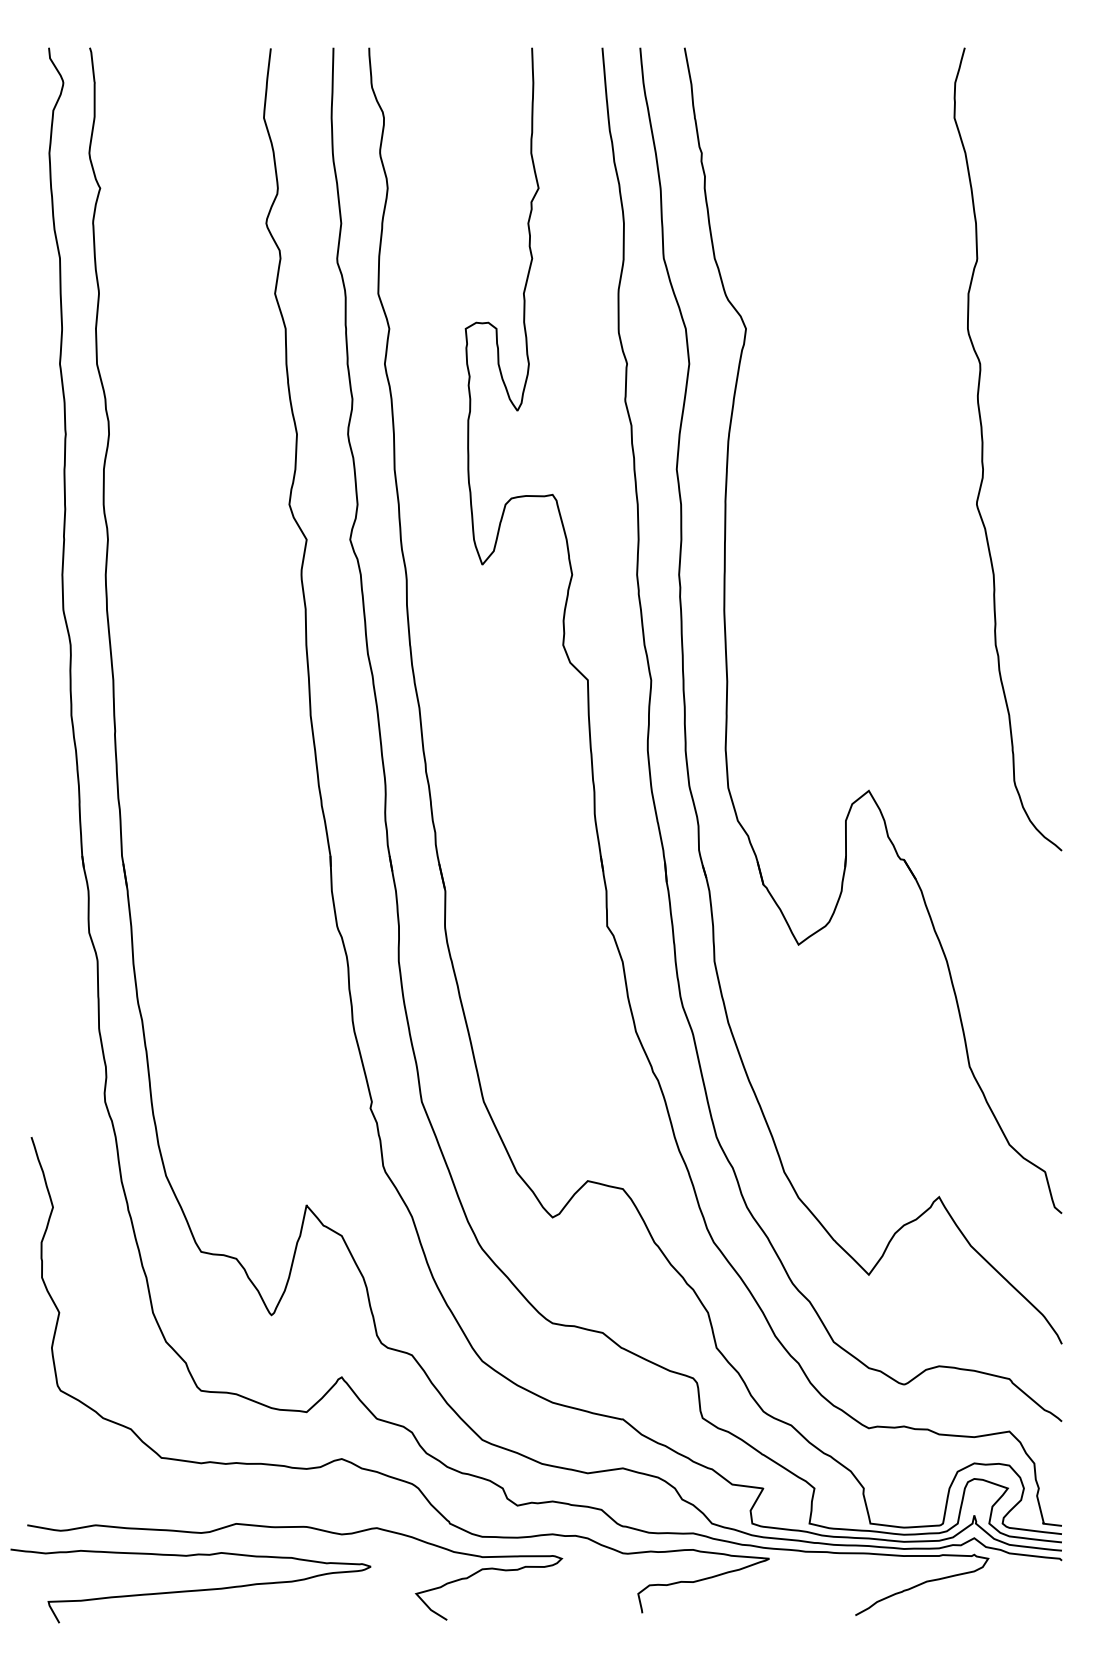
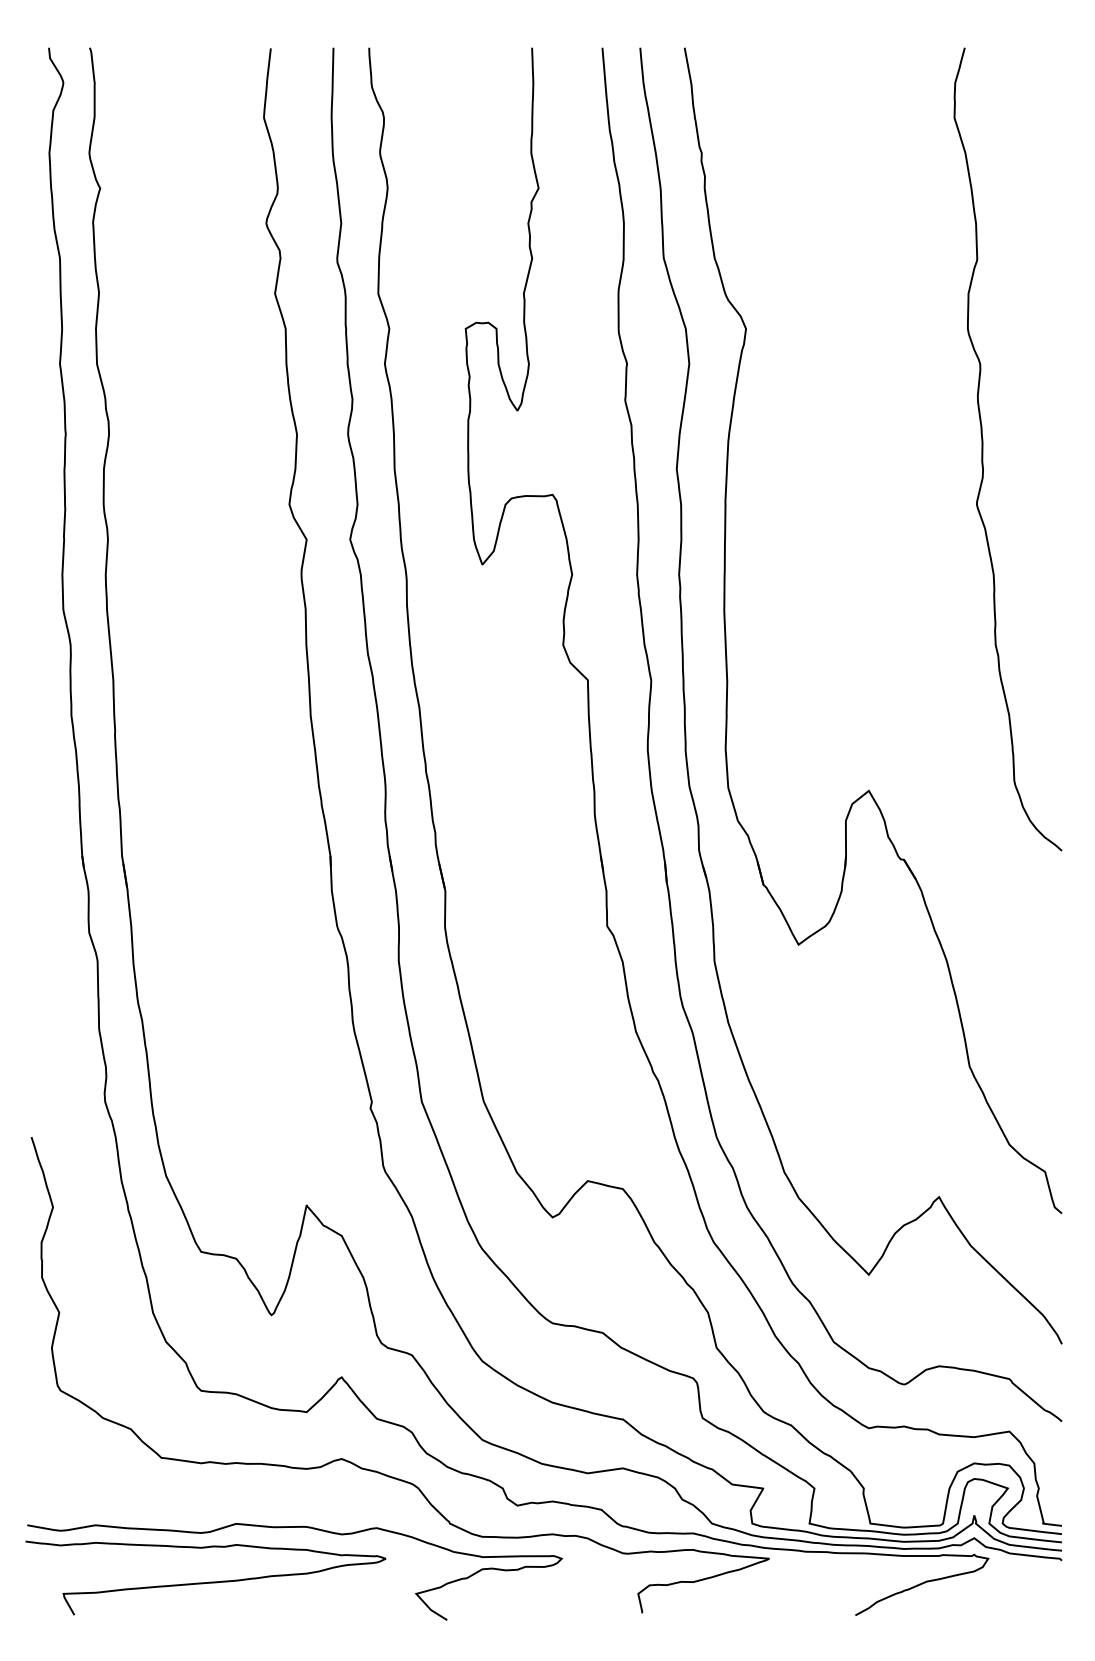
curve at (190, 1590) position: (190, 1590) -> (205, 1582)
